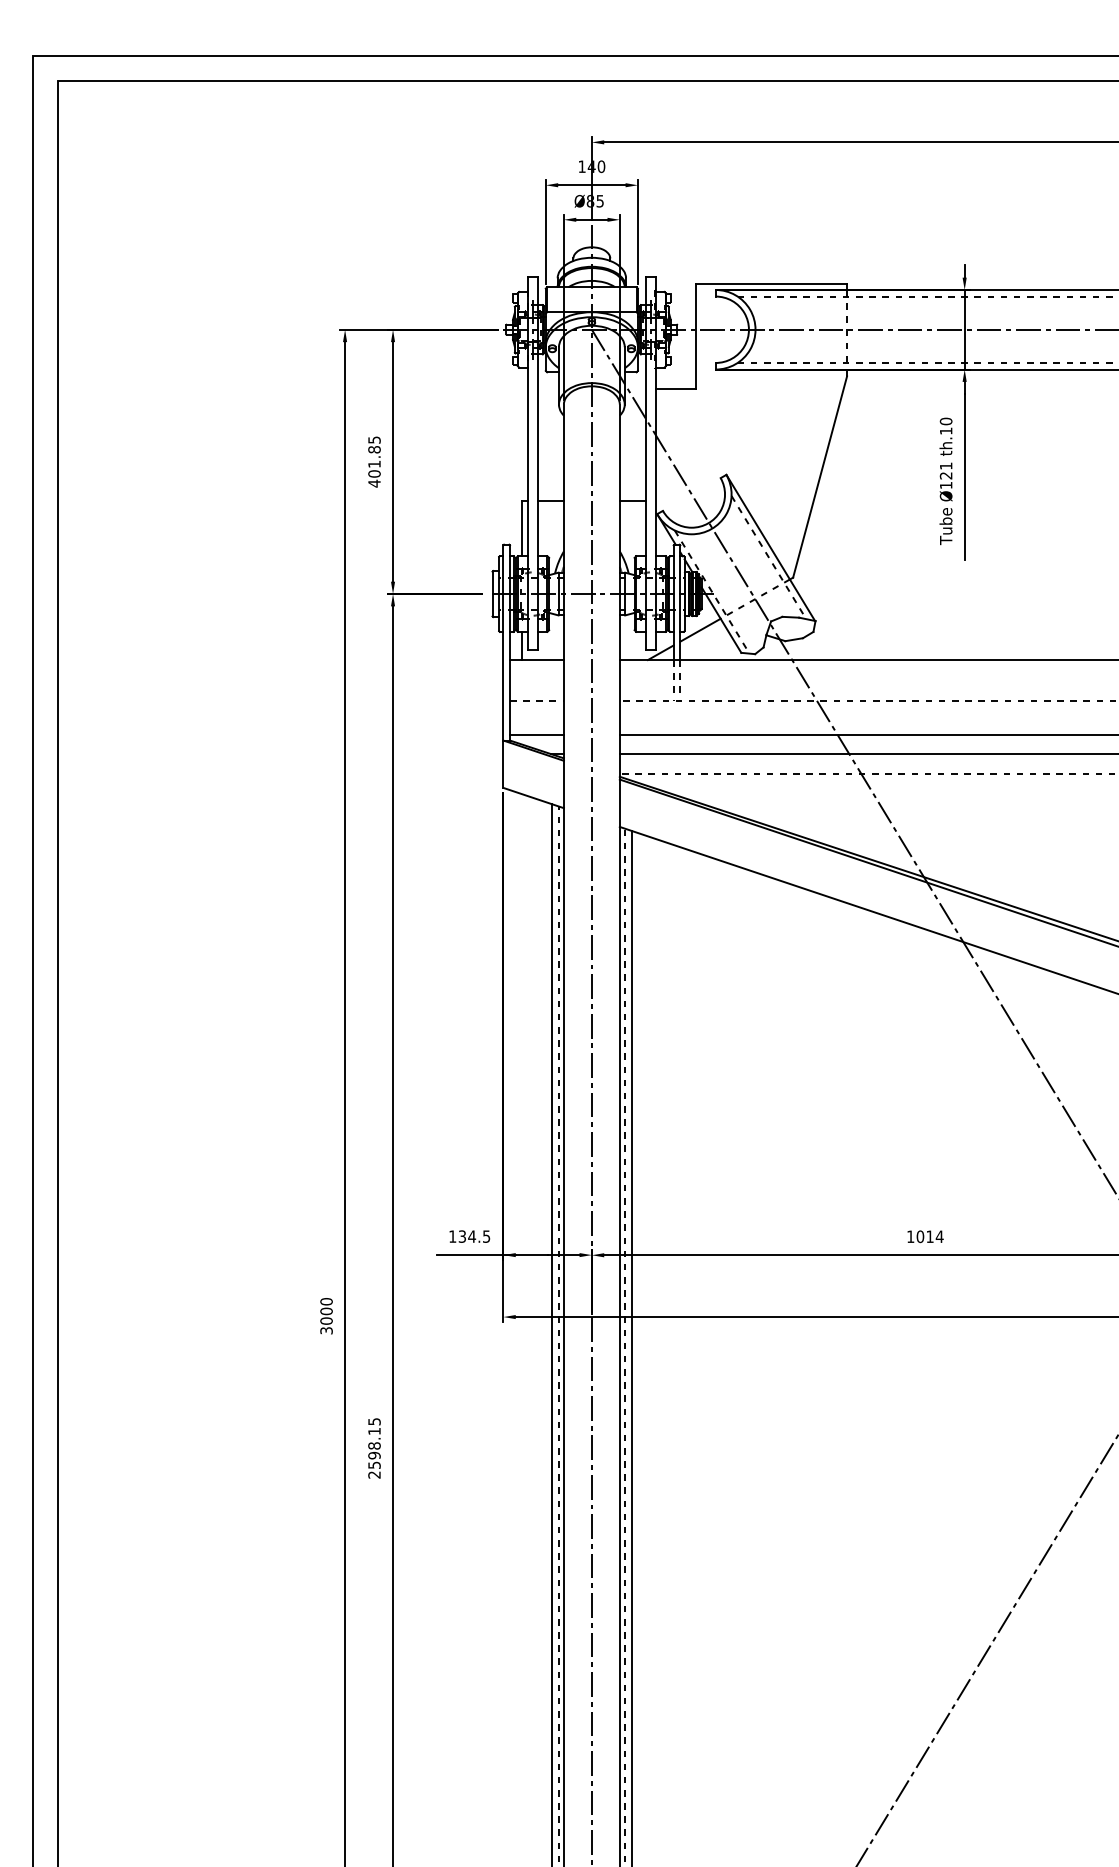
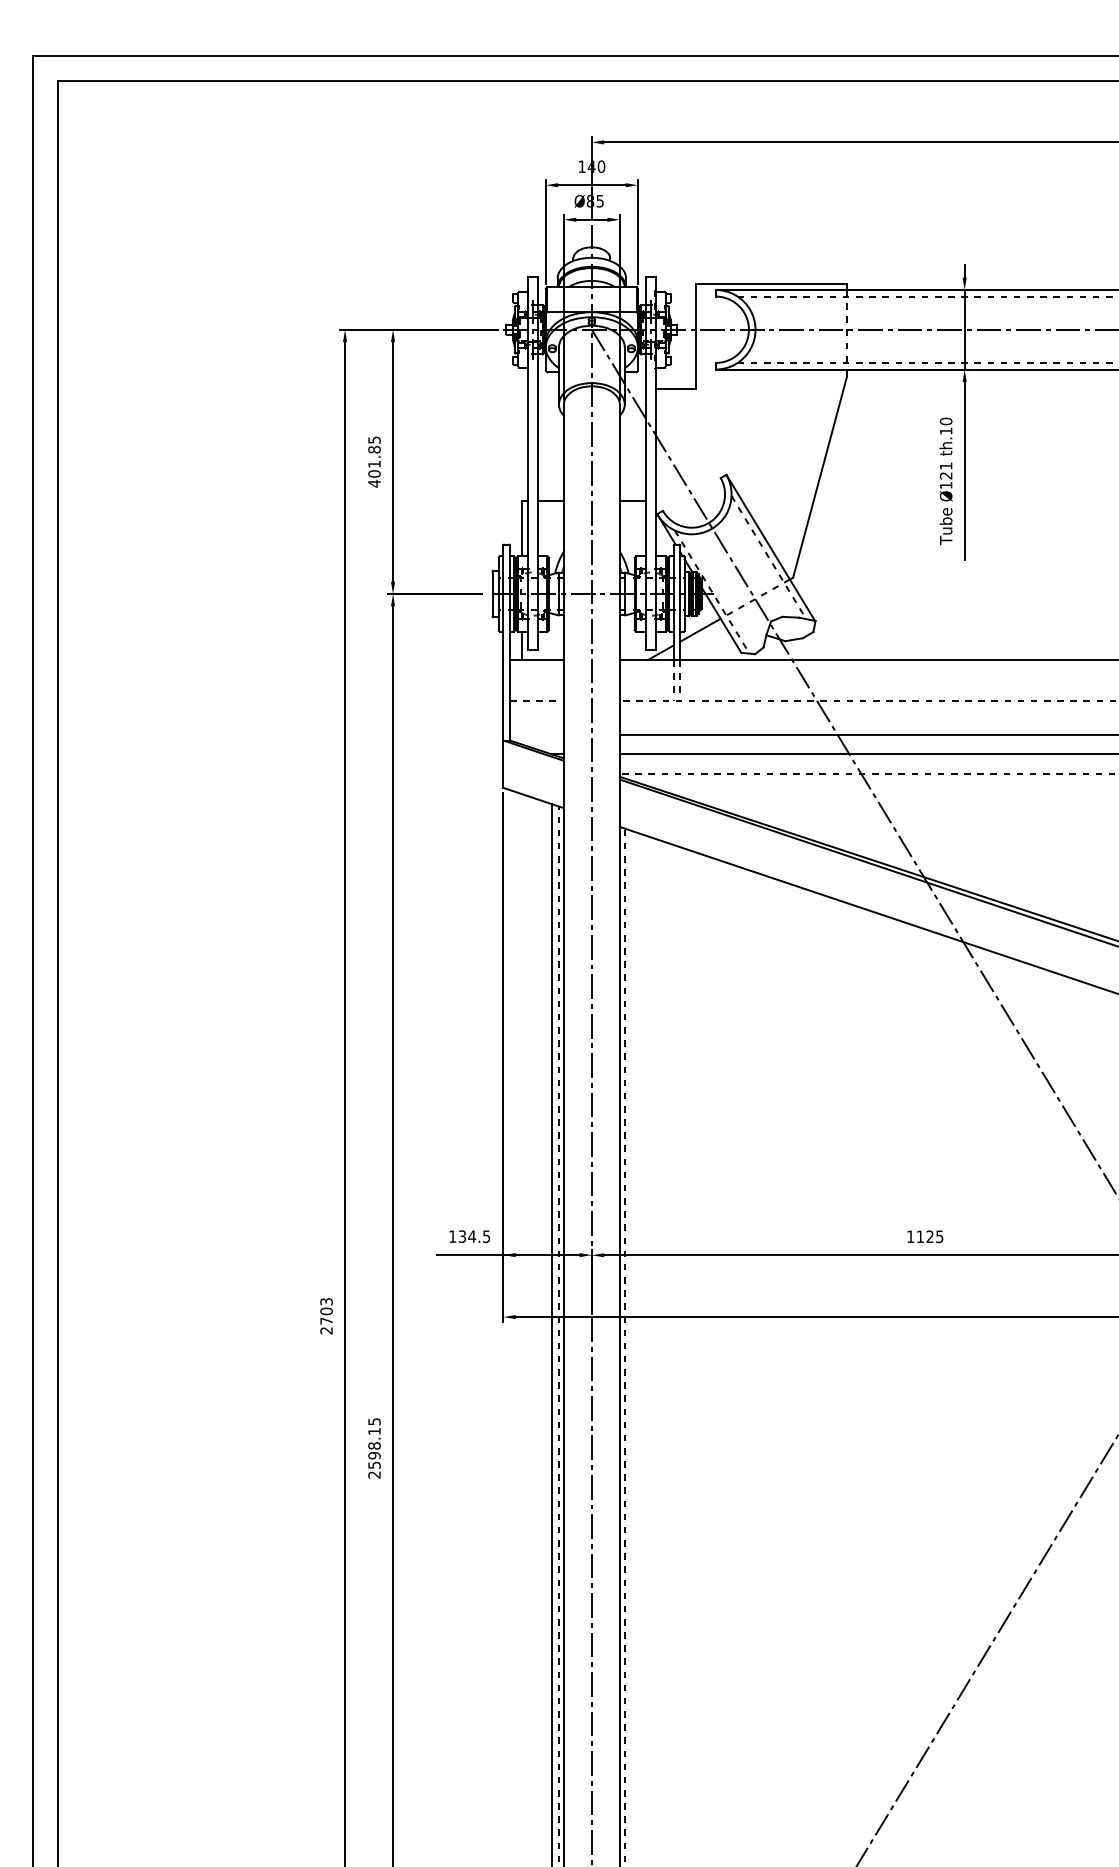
line at (536, 735): present -> none
text at (929, 1236): 1014 -> 1125
text at (326, 1316): 3000 -> 2703
line at (631, 1346): present -> none
